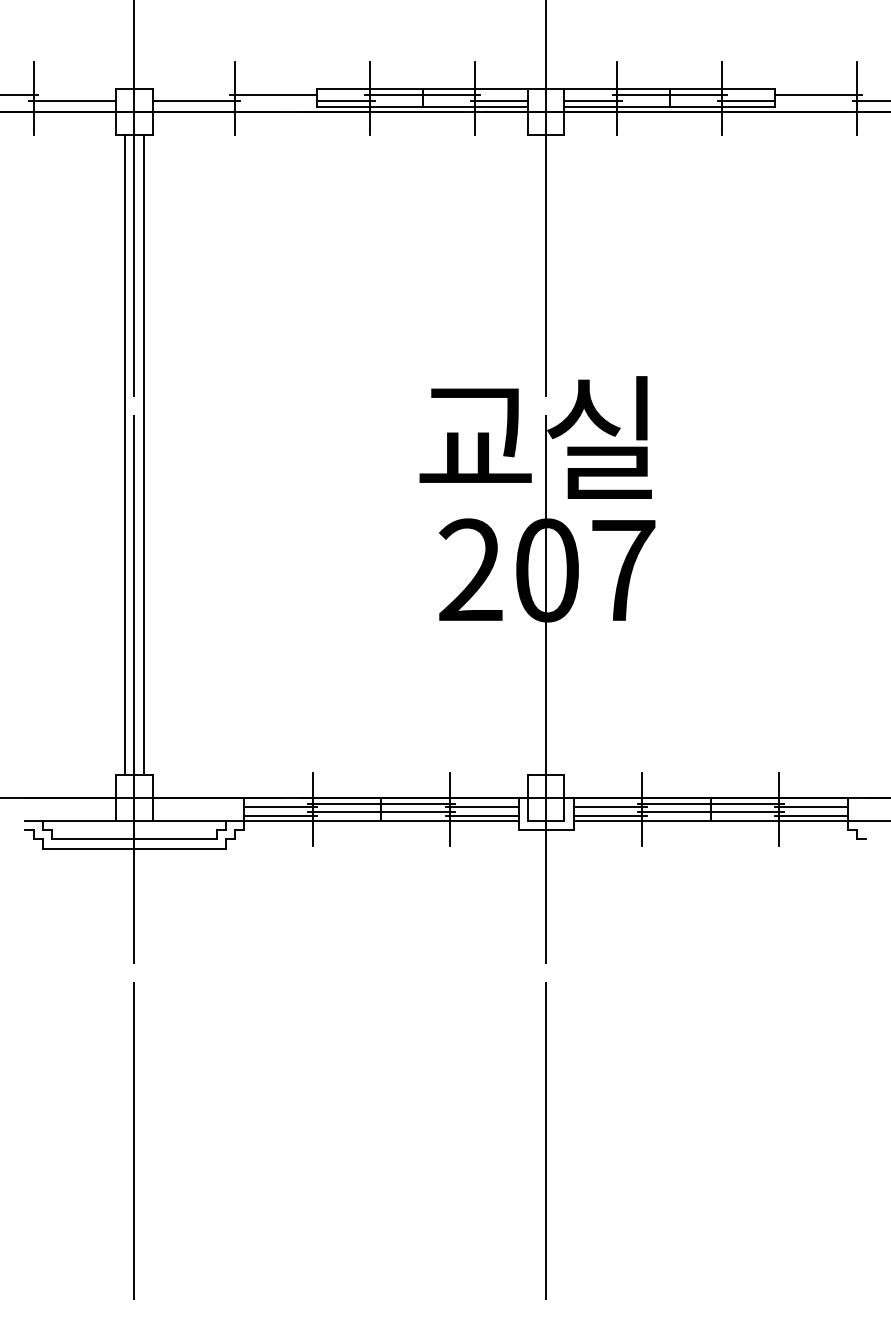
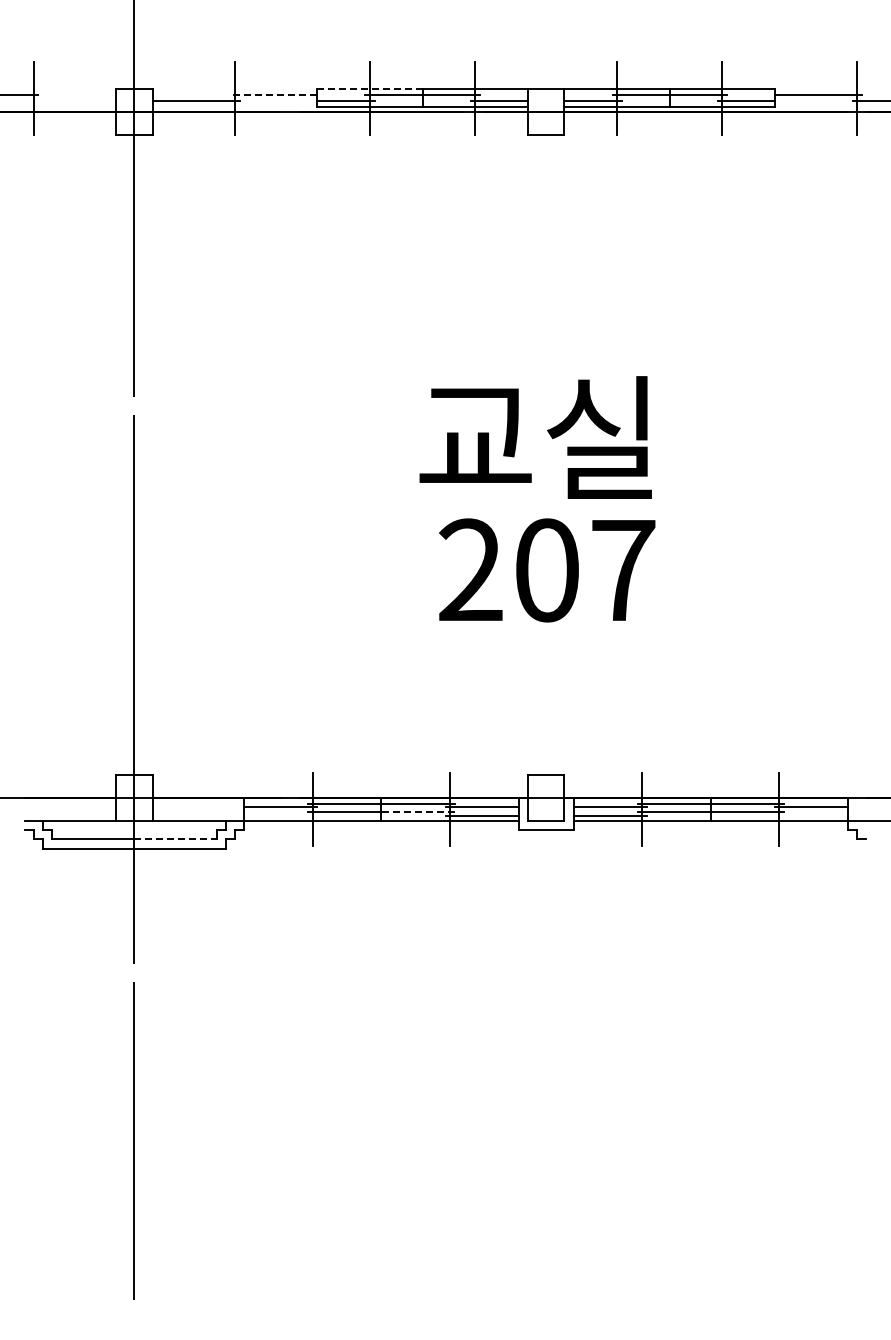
line at (370, 89): solid -> dashed
line at (273, 95): solid -> dashed
line at (72, 100): present -> none
line at (125, 454): present -> none
line at (143, 454): present -> none
line at (546, 650): present -> none
line at (418, 811): solid -> dashed
line at (280, 815): present -> none
line at (811, 815): present -> none
line at (176, 839): solid -> dashed
